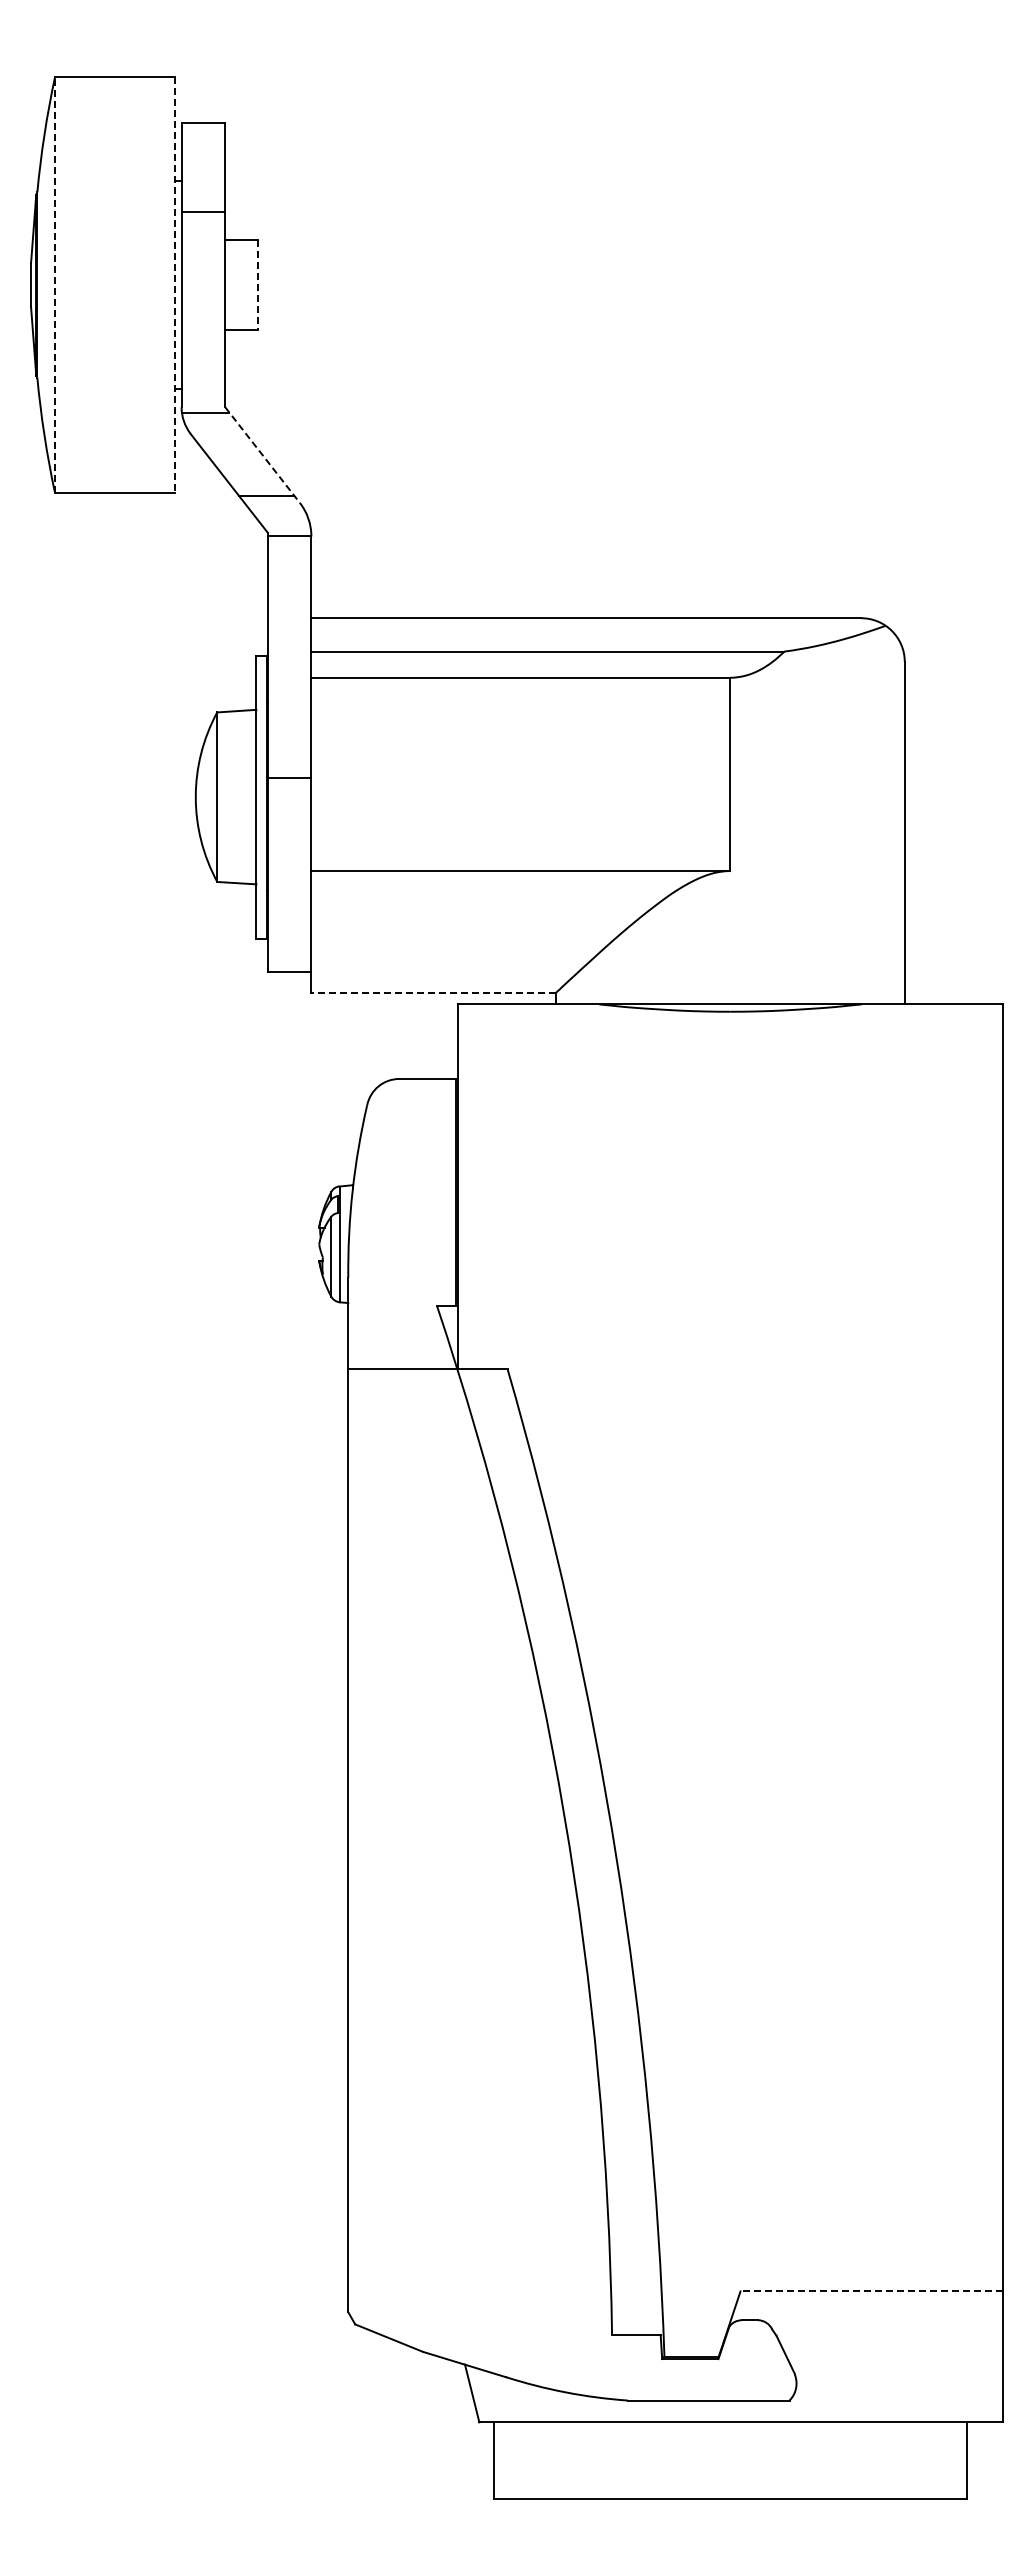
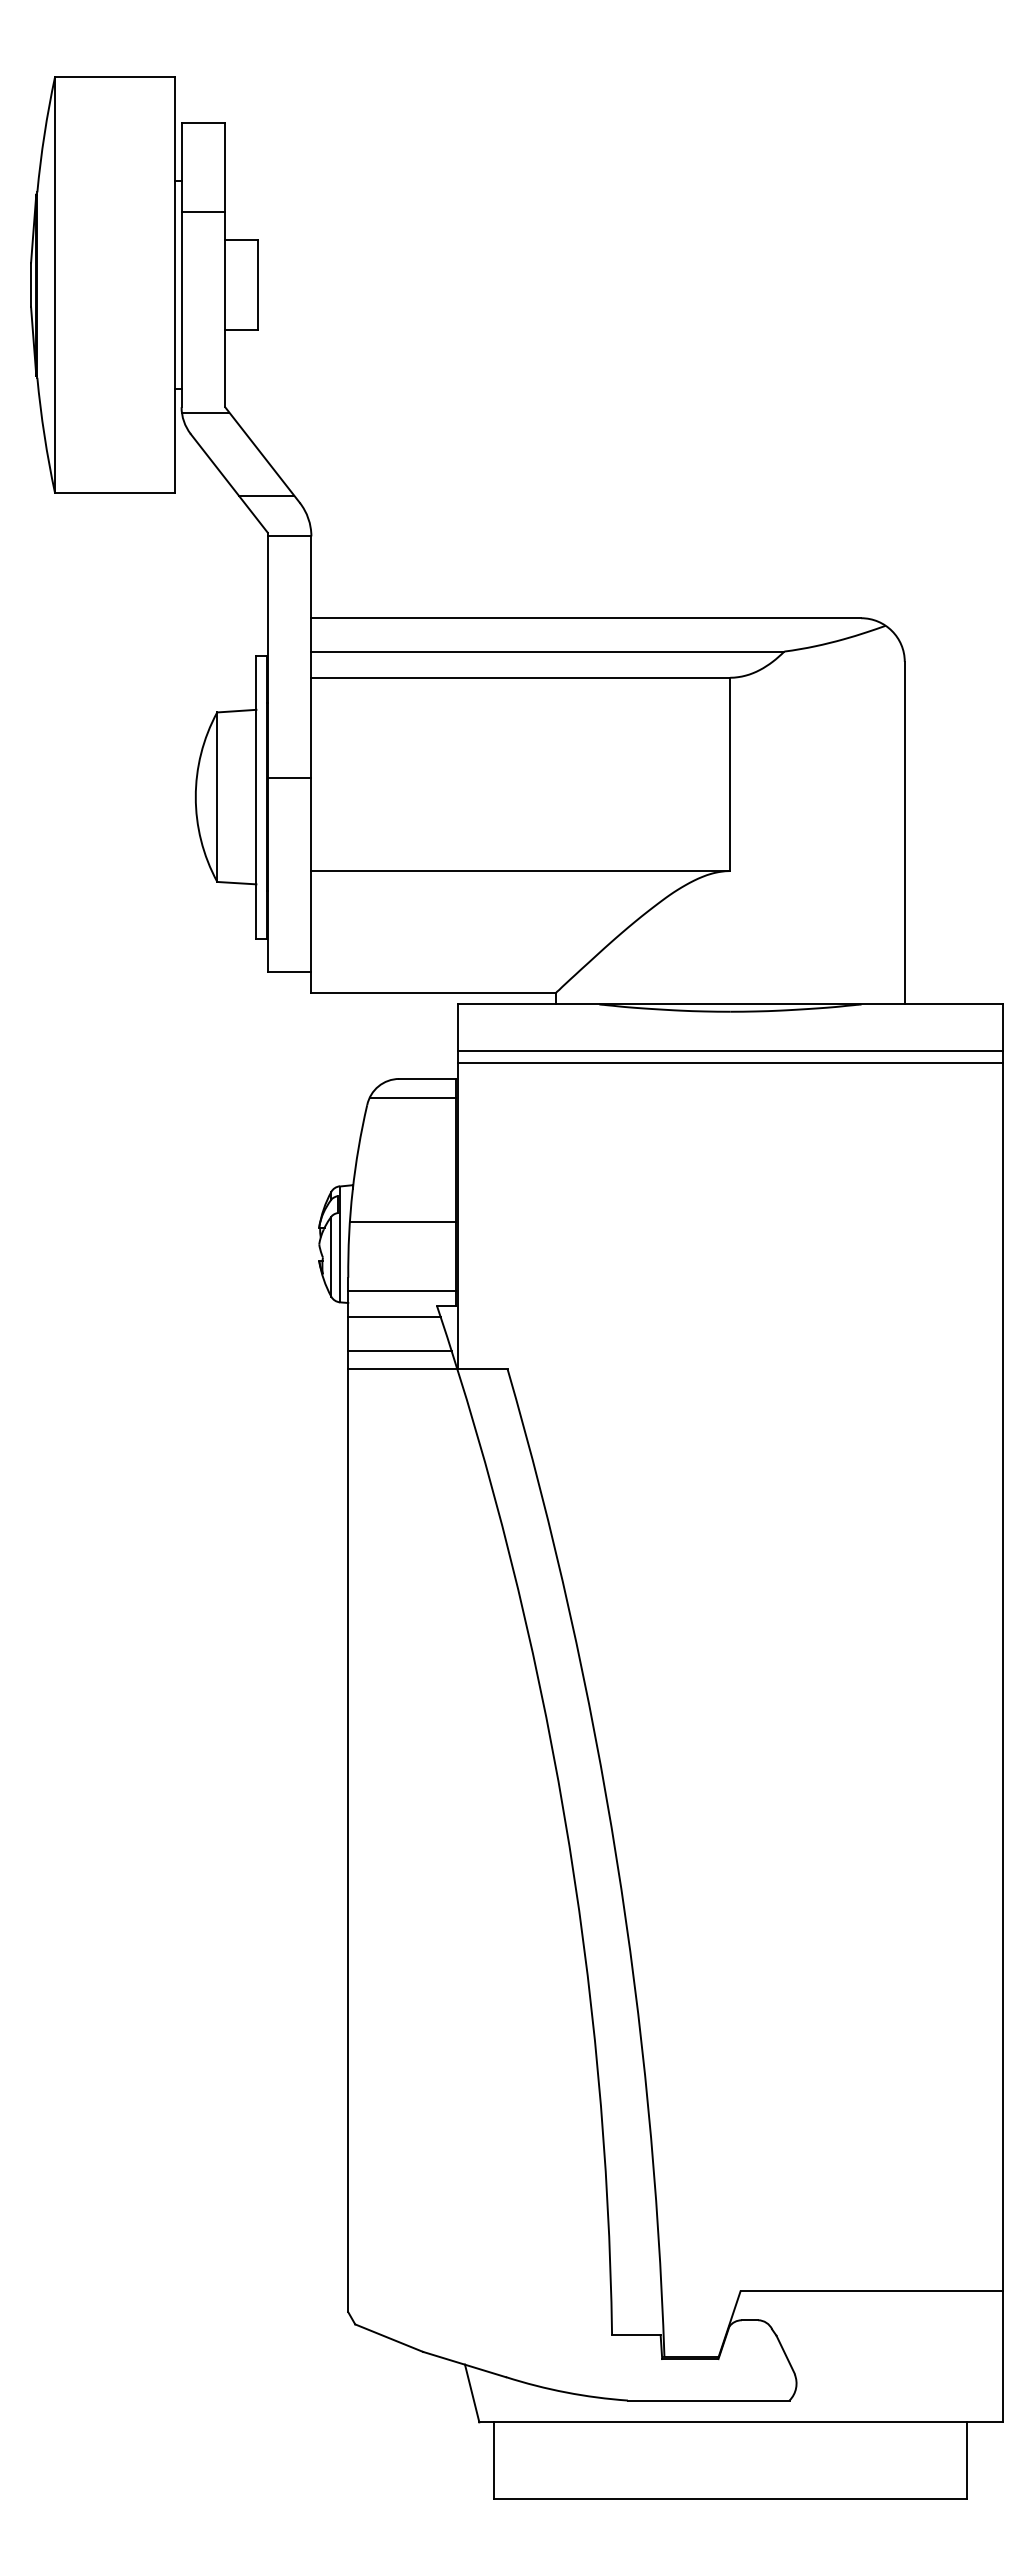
line at (55, 284): dashed -> solid
line at (175, 284): dashed -> solid
line at (257, 285): dashed -> solid
line at (262, 455): dashed -> solid
line at (433, 993): dashed -> solid
line at (729, 1050): none -> present
line at (729, 1063): none -> present
line at (412, 1097): none -> present
line at (402, 1222): none -> present
line at (402, 1291): none -> present
line at (394, 1316): none -> present
line at (399, 1351): none -> present
line at (871, 2291): dashed -> solid
